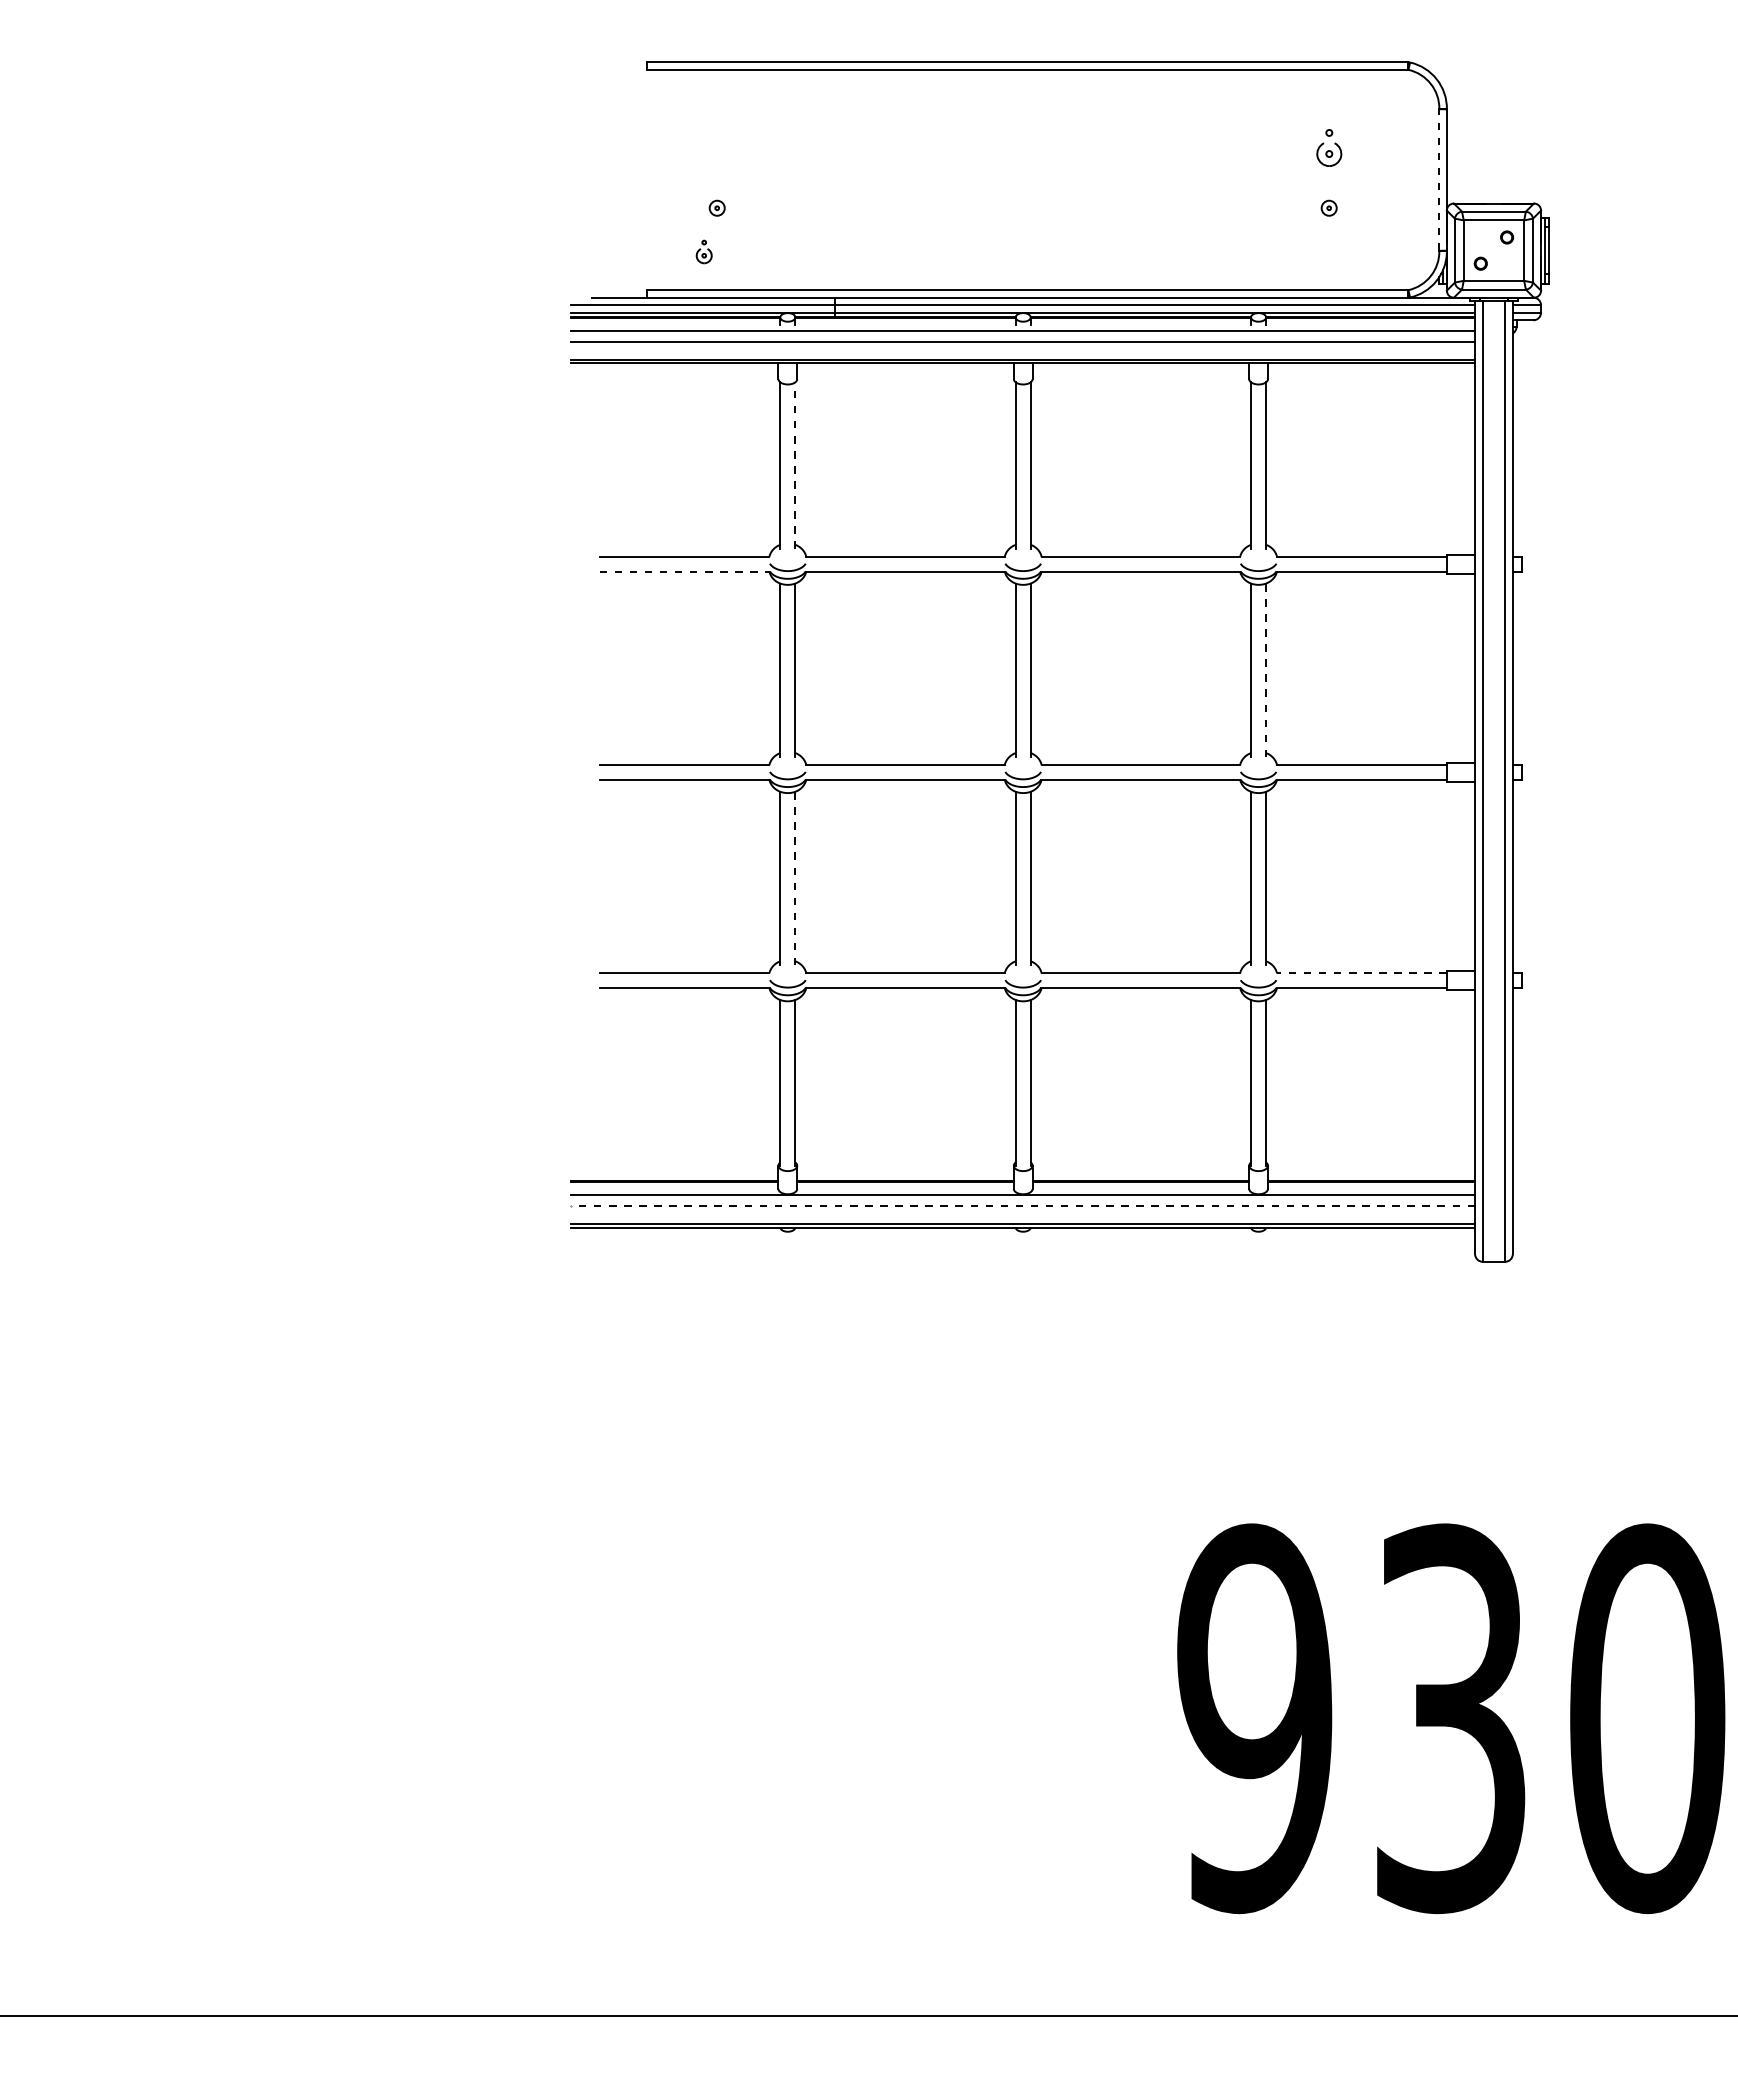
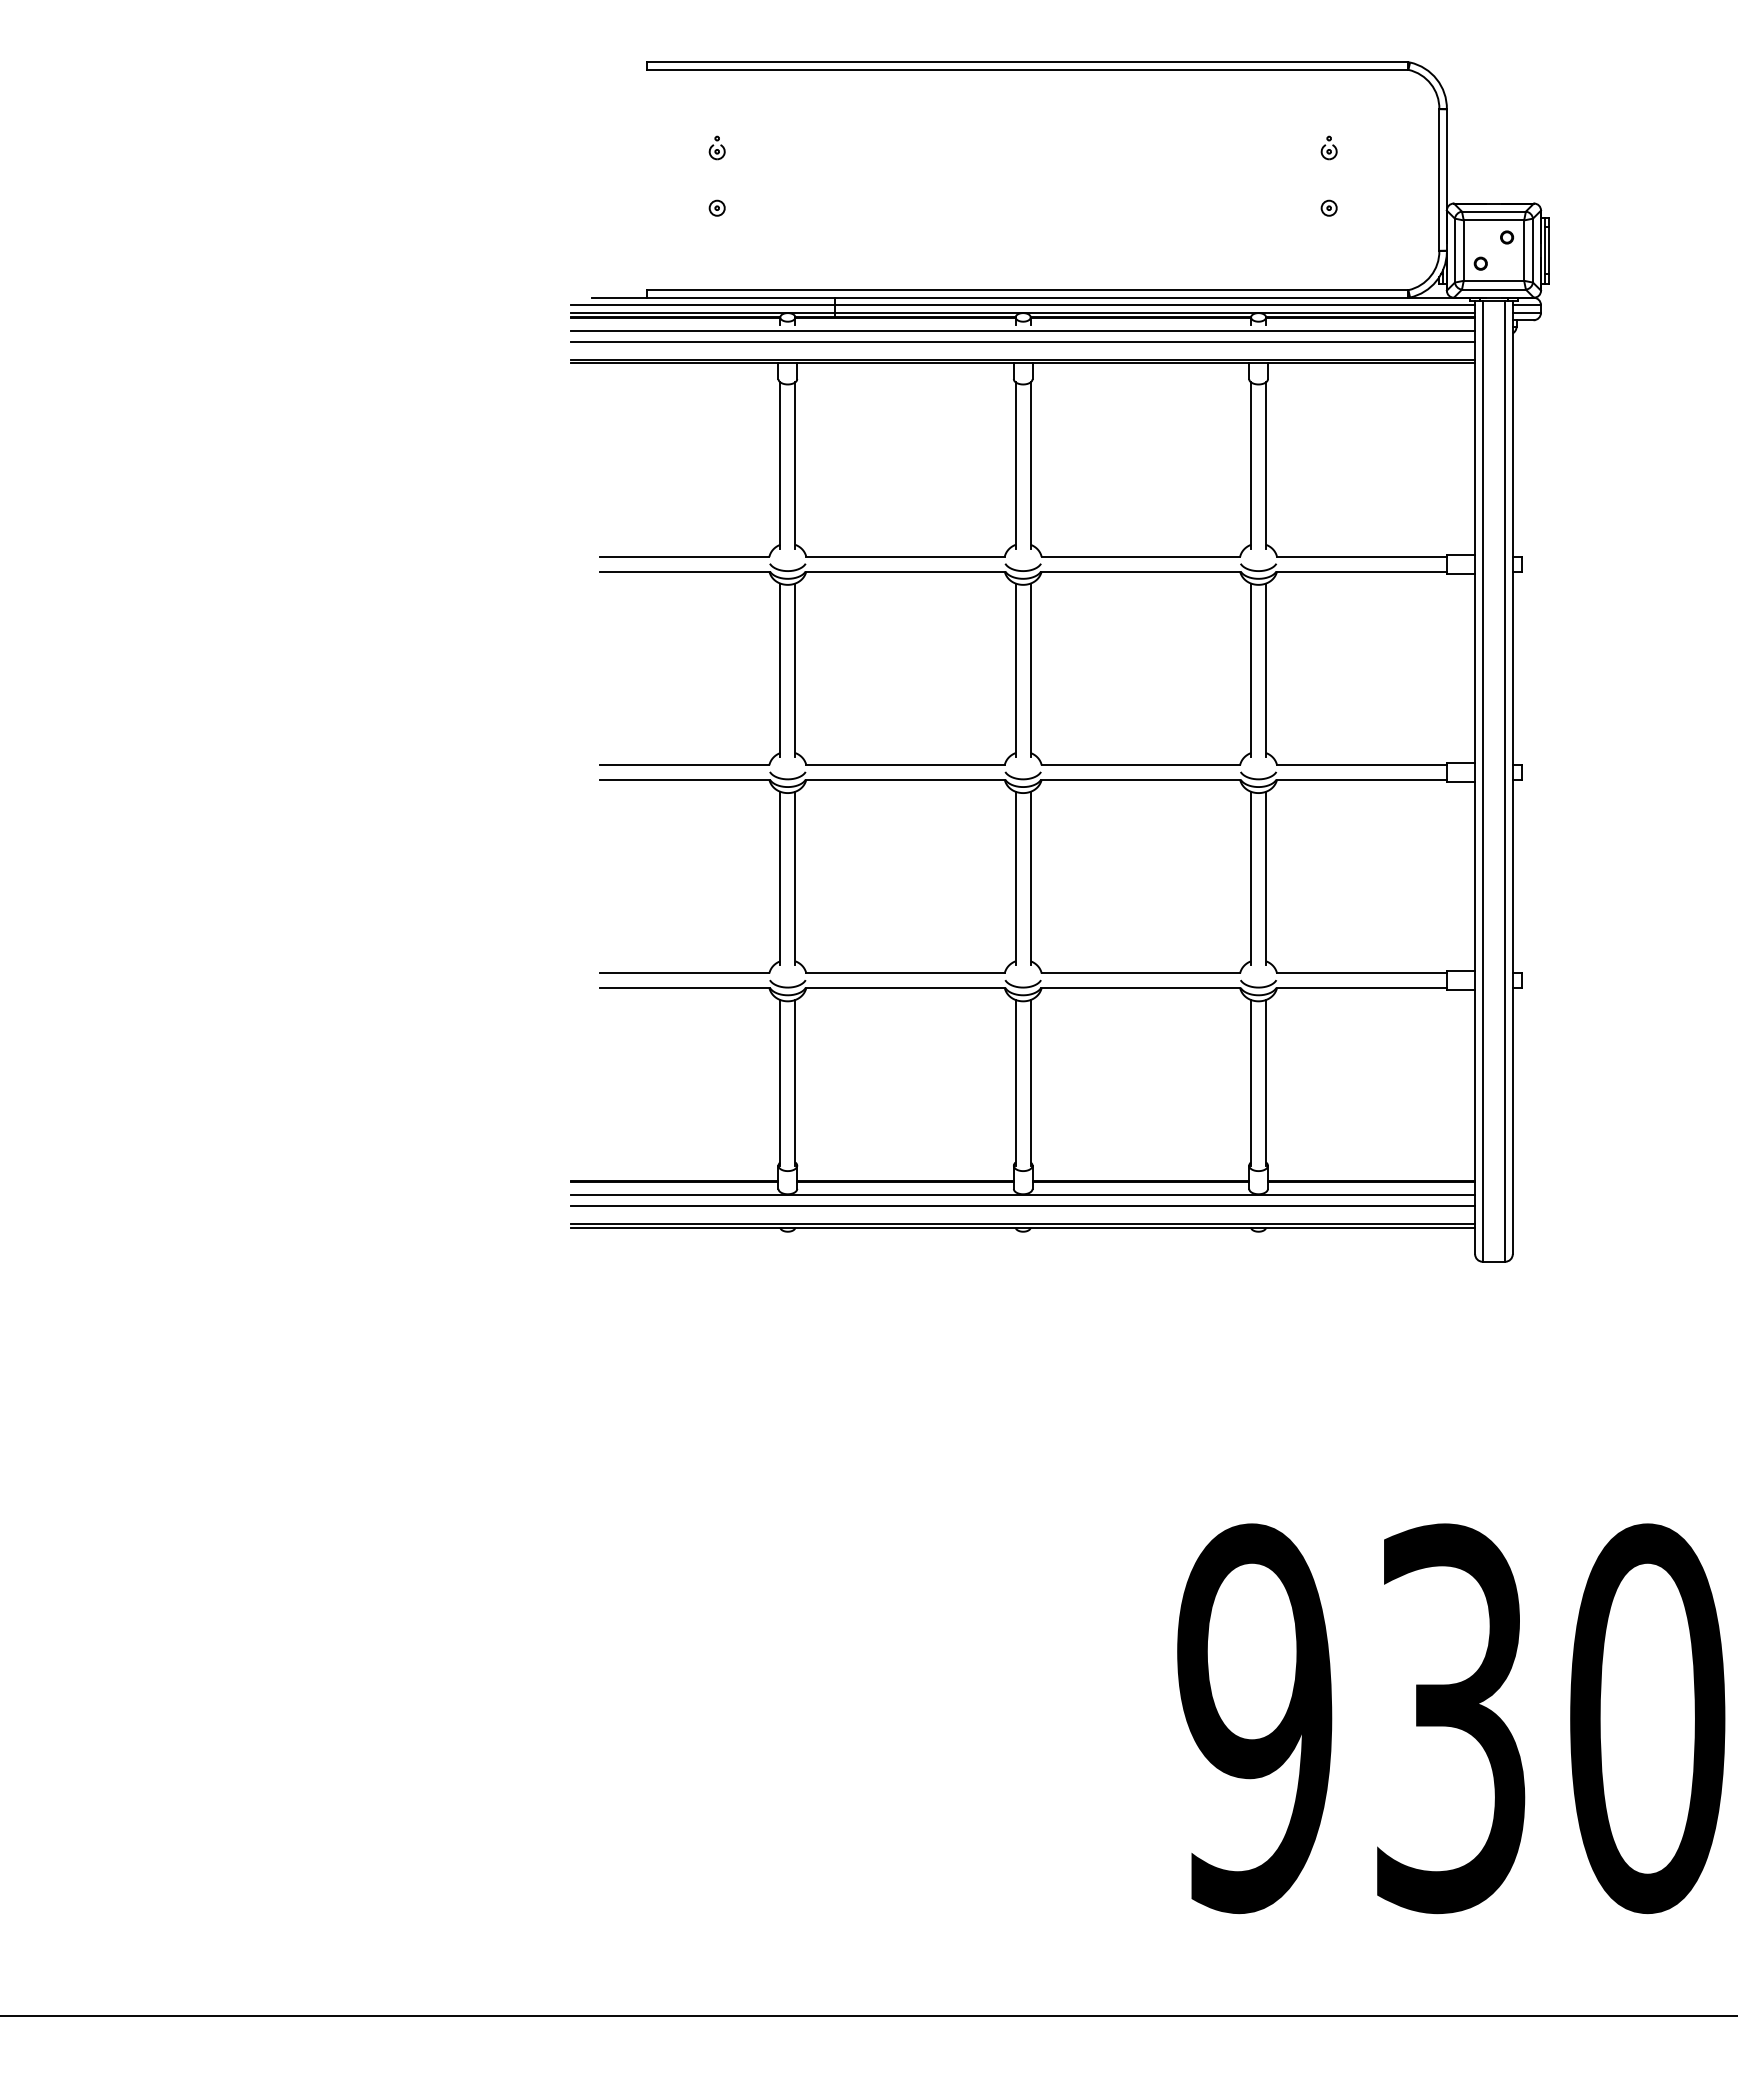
part at (1329, 147) size: 27x38 px -> 18x26 px
line at (1439, 180): dashed -> solid
part at (703, 251) position: (703, 251) -> (716, 147)
line at (795, 465): dashed -> solid
line at (685, 571): dashed -> solid
line at (1266, 670): dashed -> solid
line at (795, 878): dashed -> solid
line at (1361, 973): dashed -> solid
line at (1023, 1205): dashed -> solid
